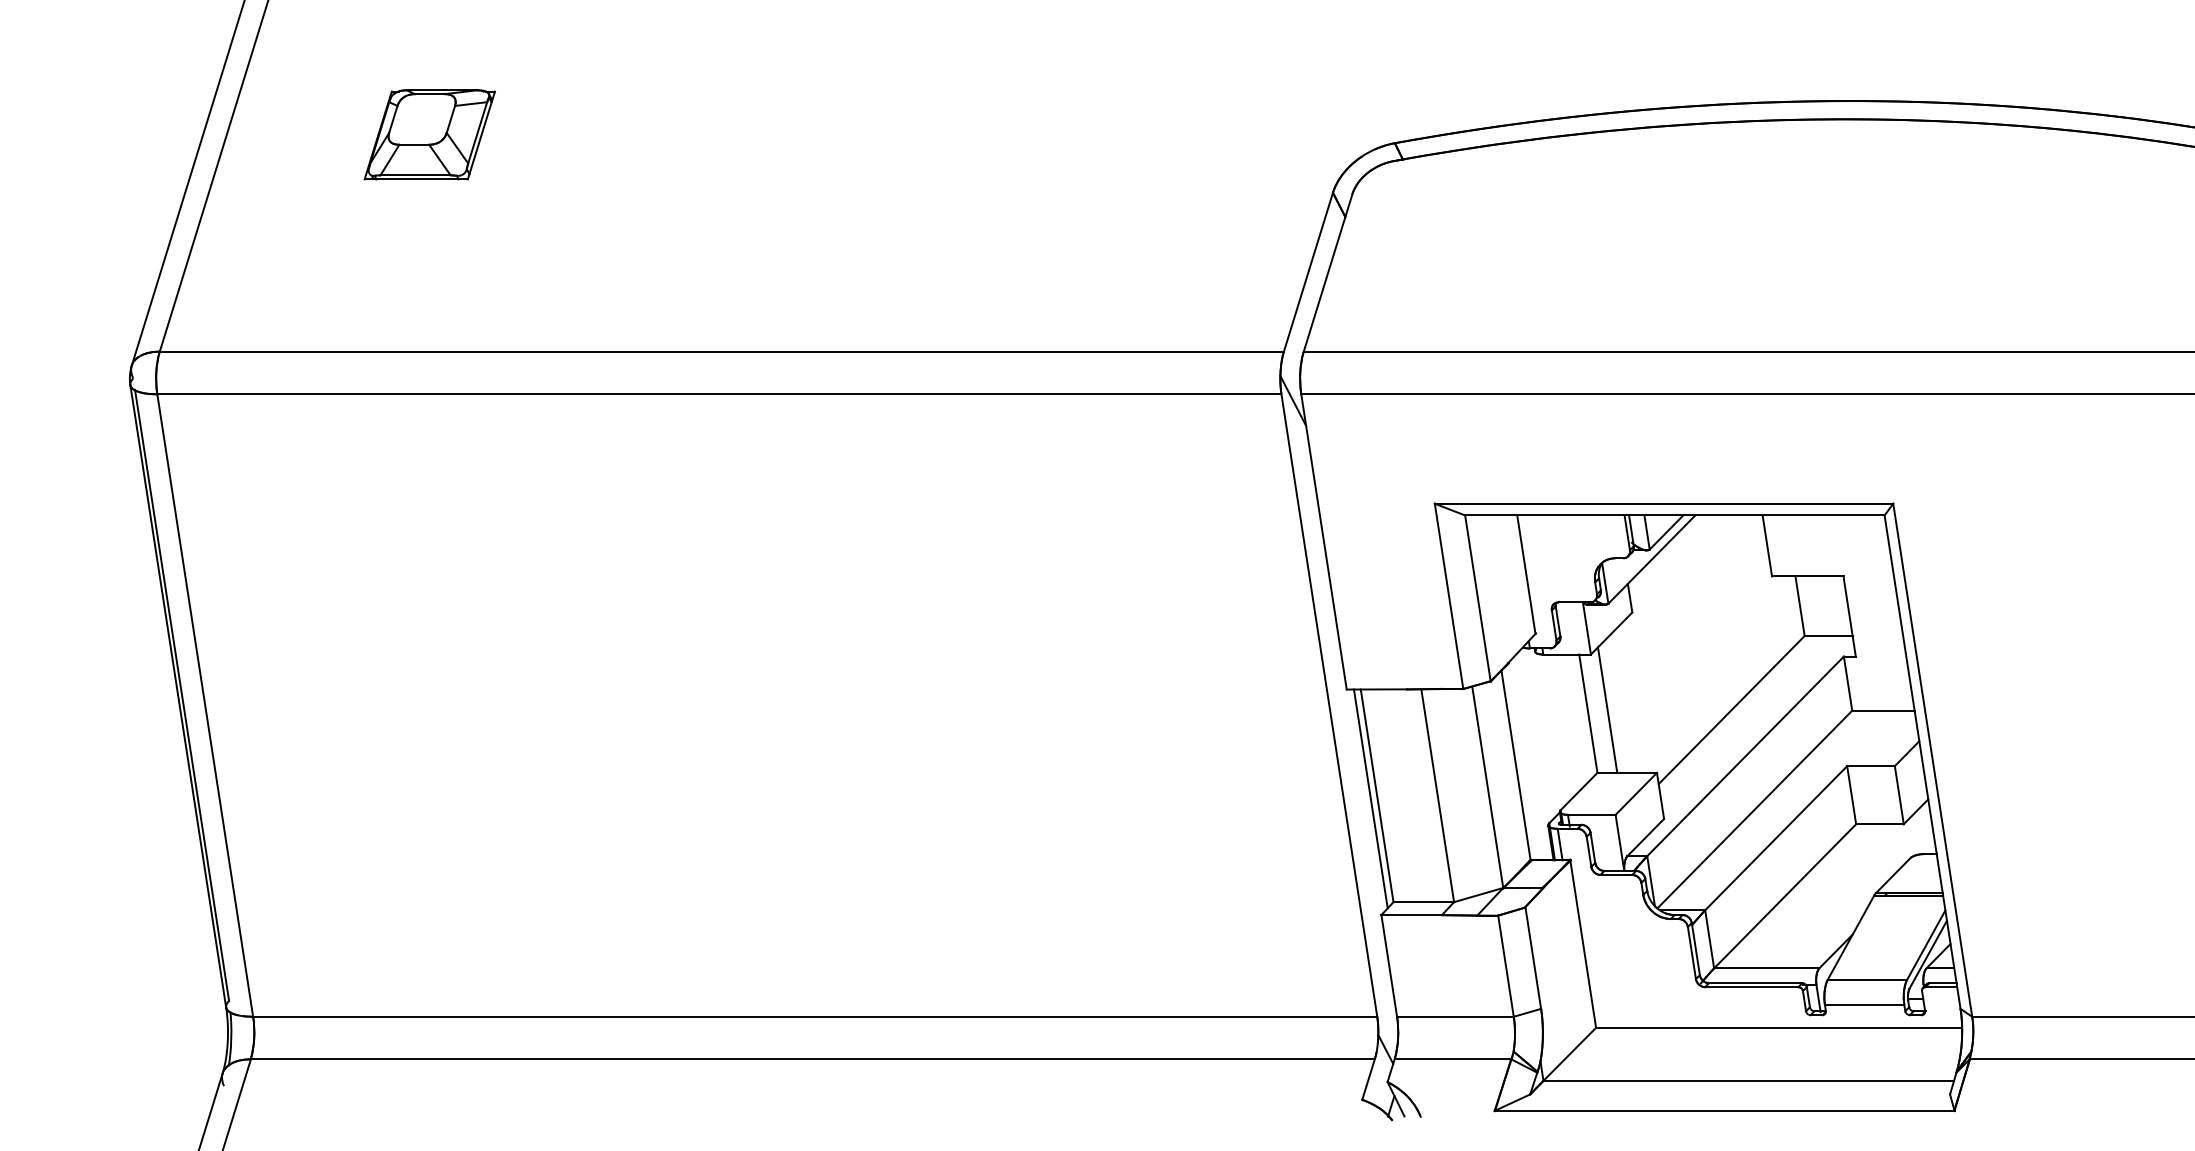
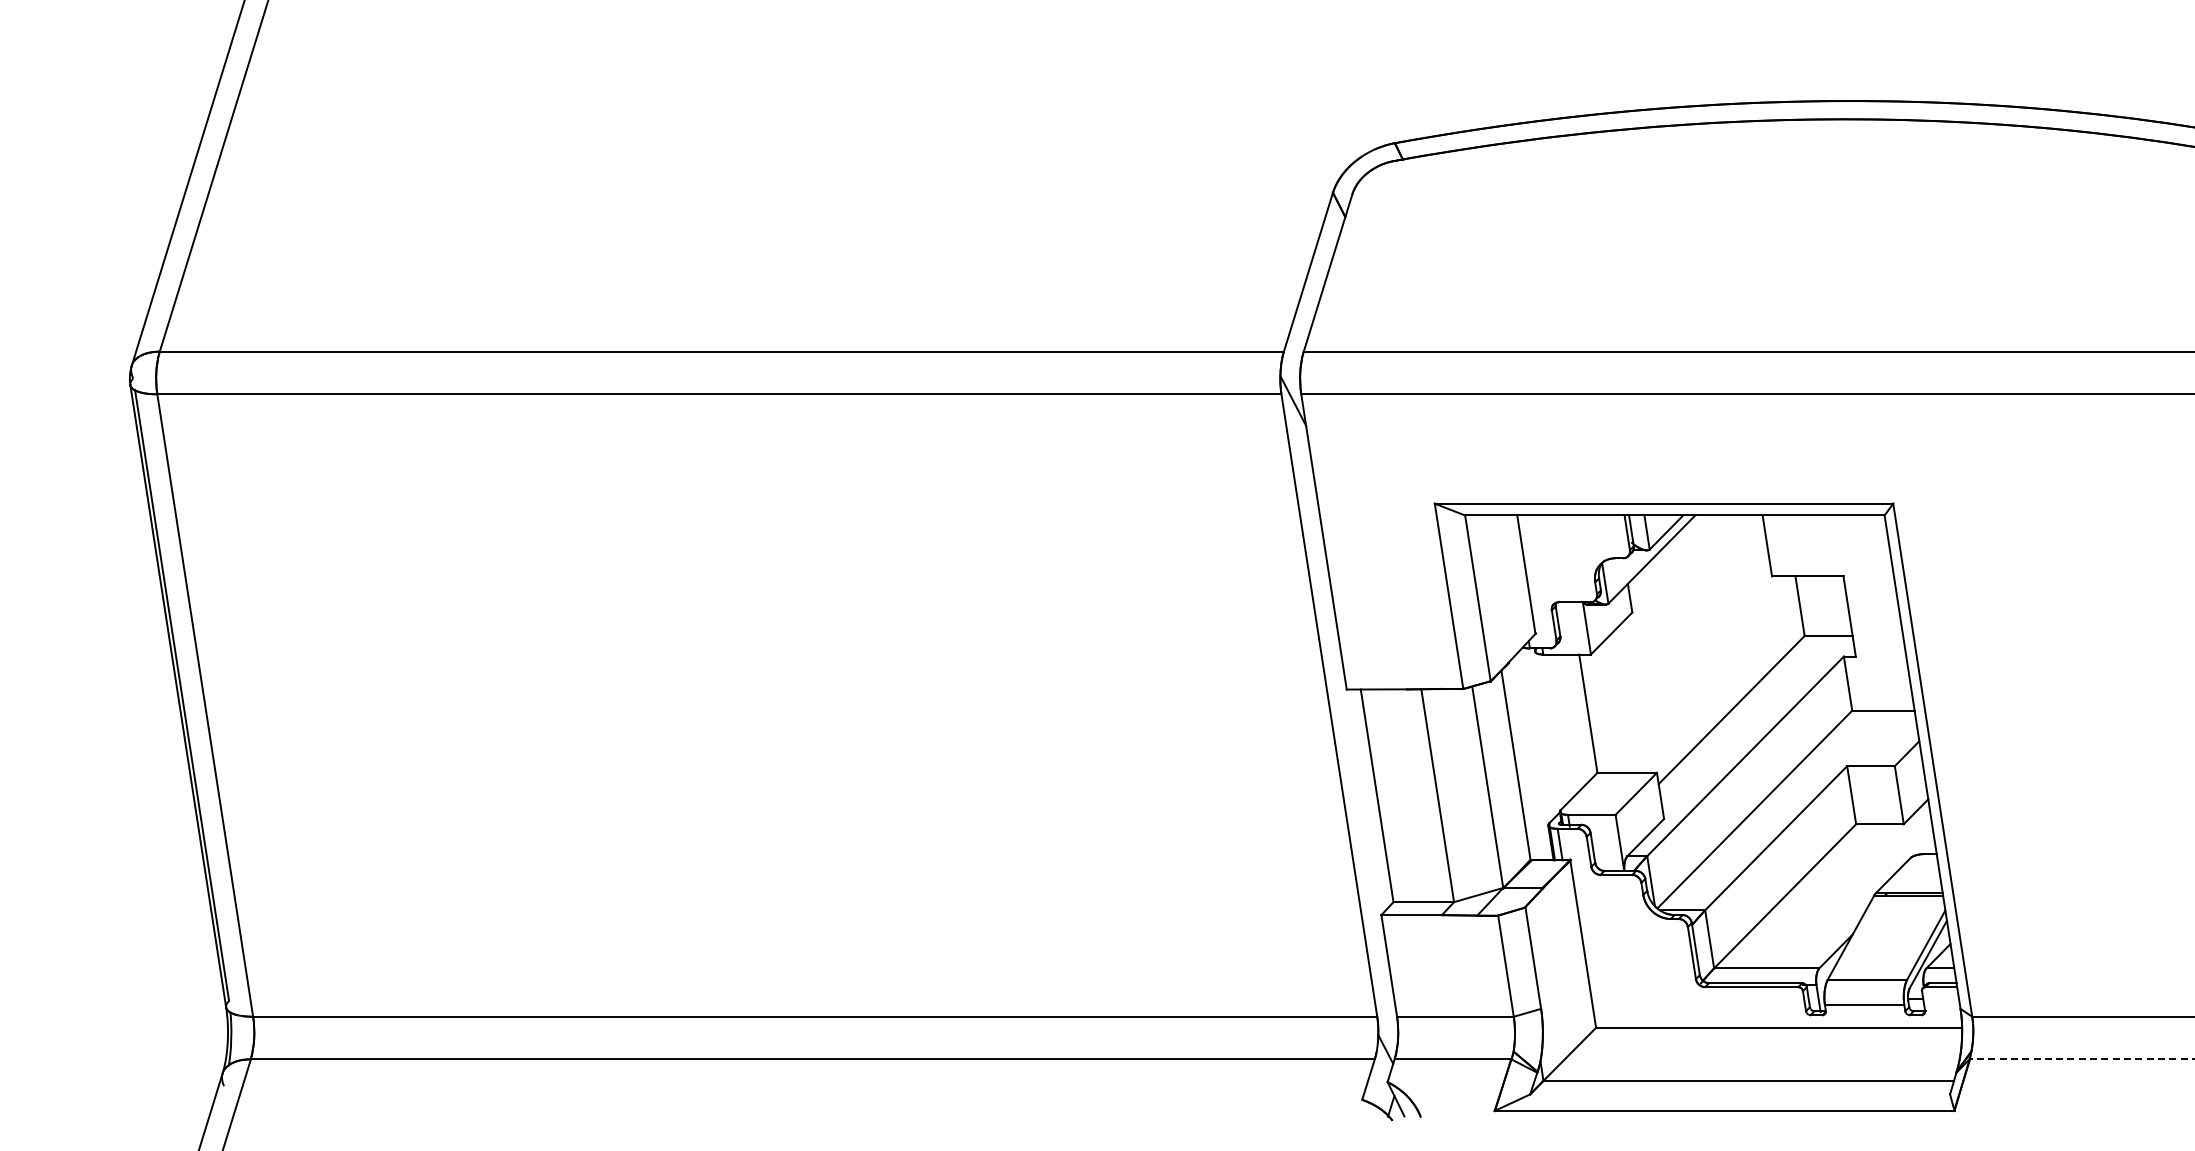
part at (429, 134): present -> none
line at (1607, 709): present -> none
line at (1370, 798): present -> none
line at (2081, 1059): solid -> dashed
